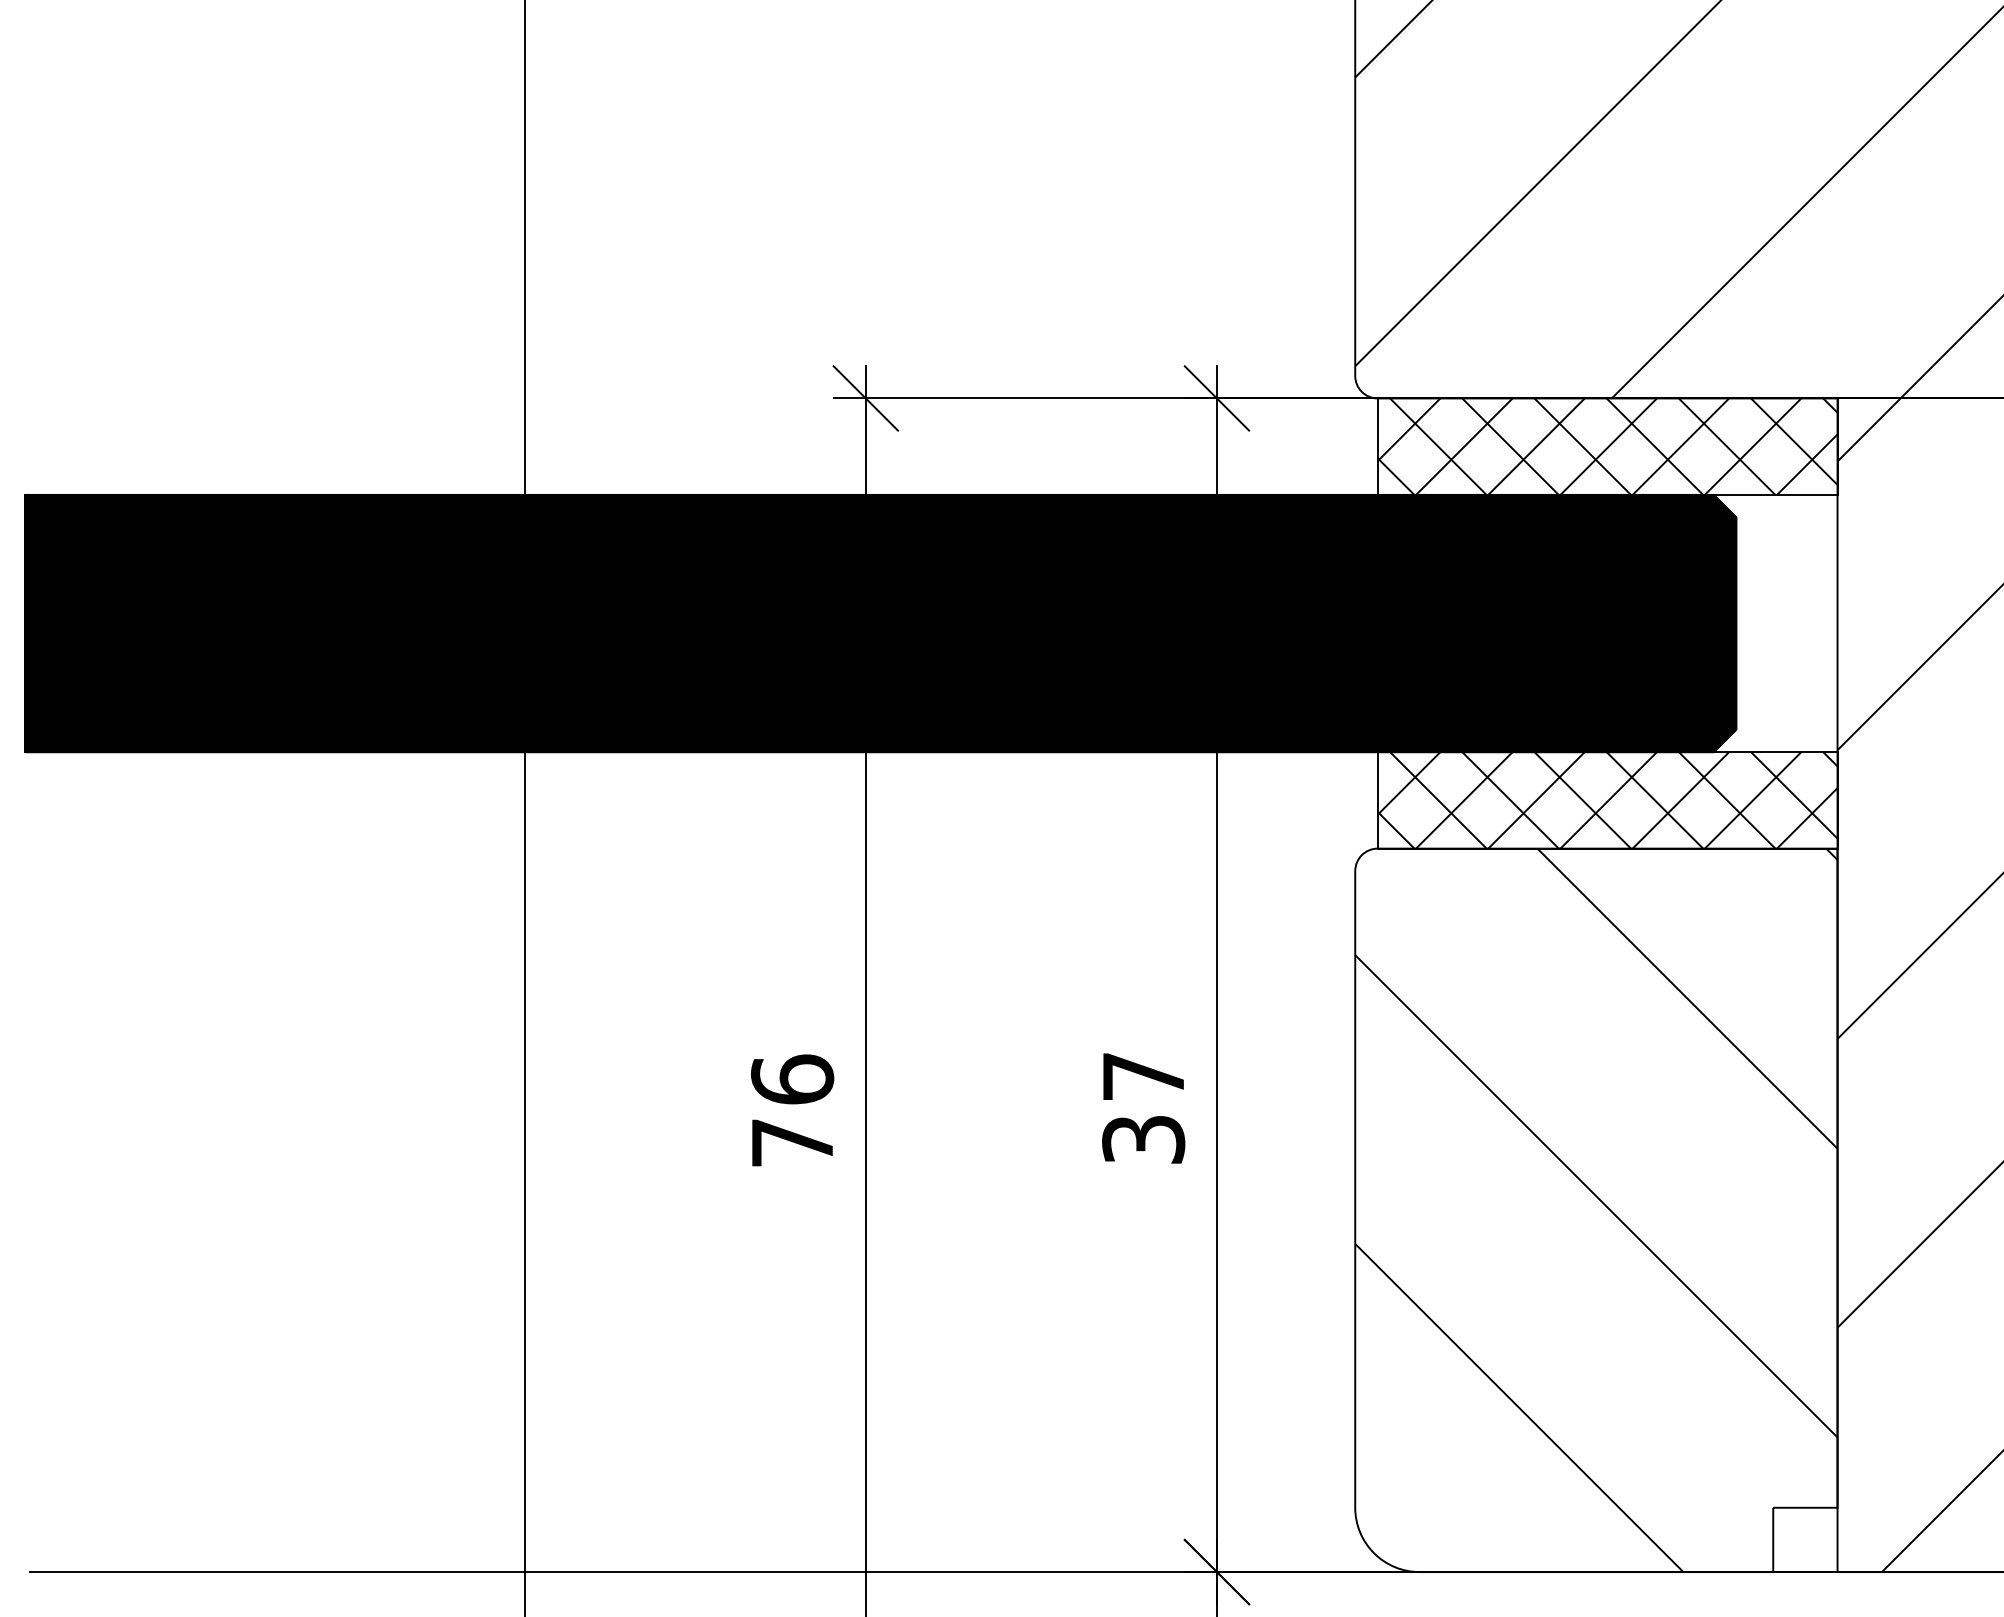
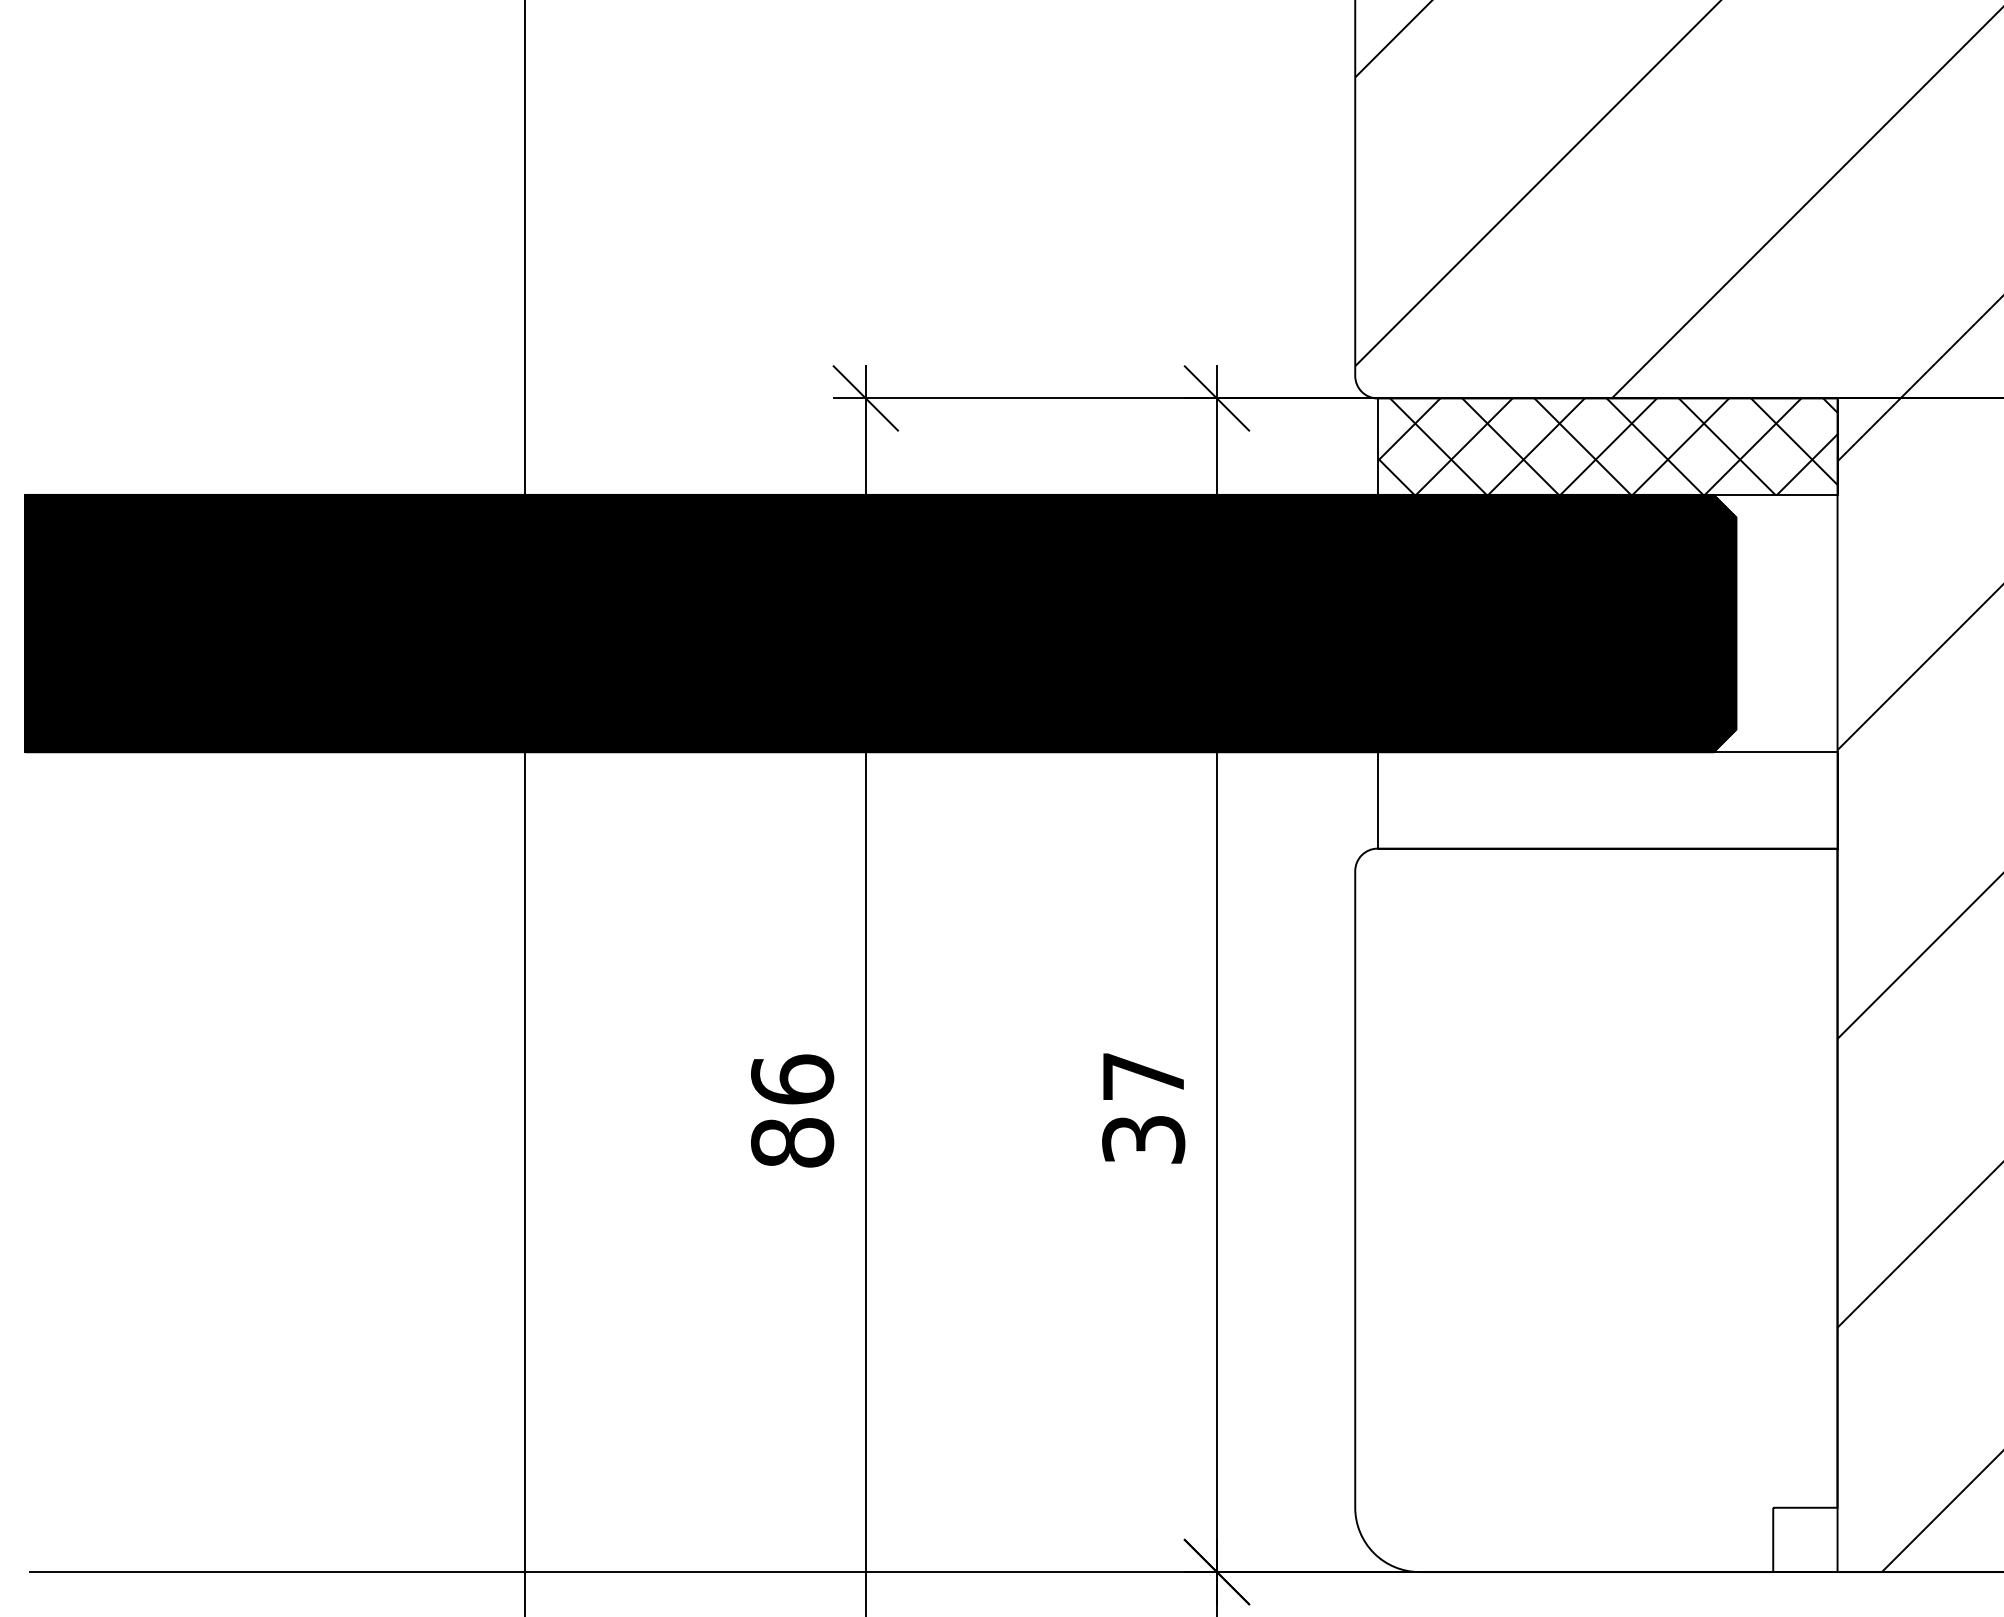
hatch at (1607, 800): present -> none
text at (792, 1142): 76 -> 86
hatch at (1596, 1210): present -> none
